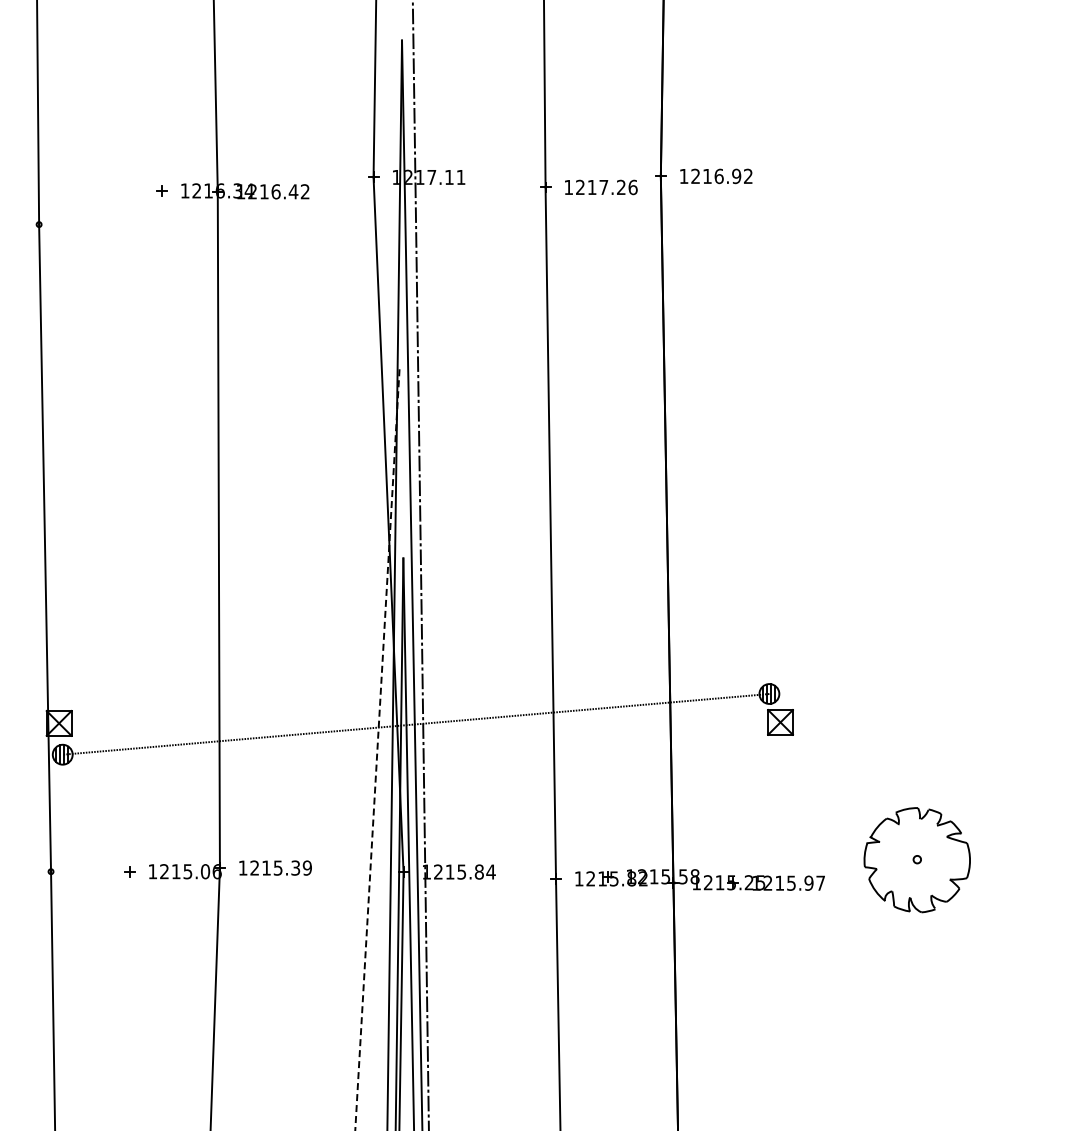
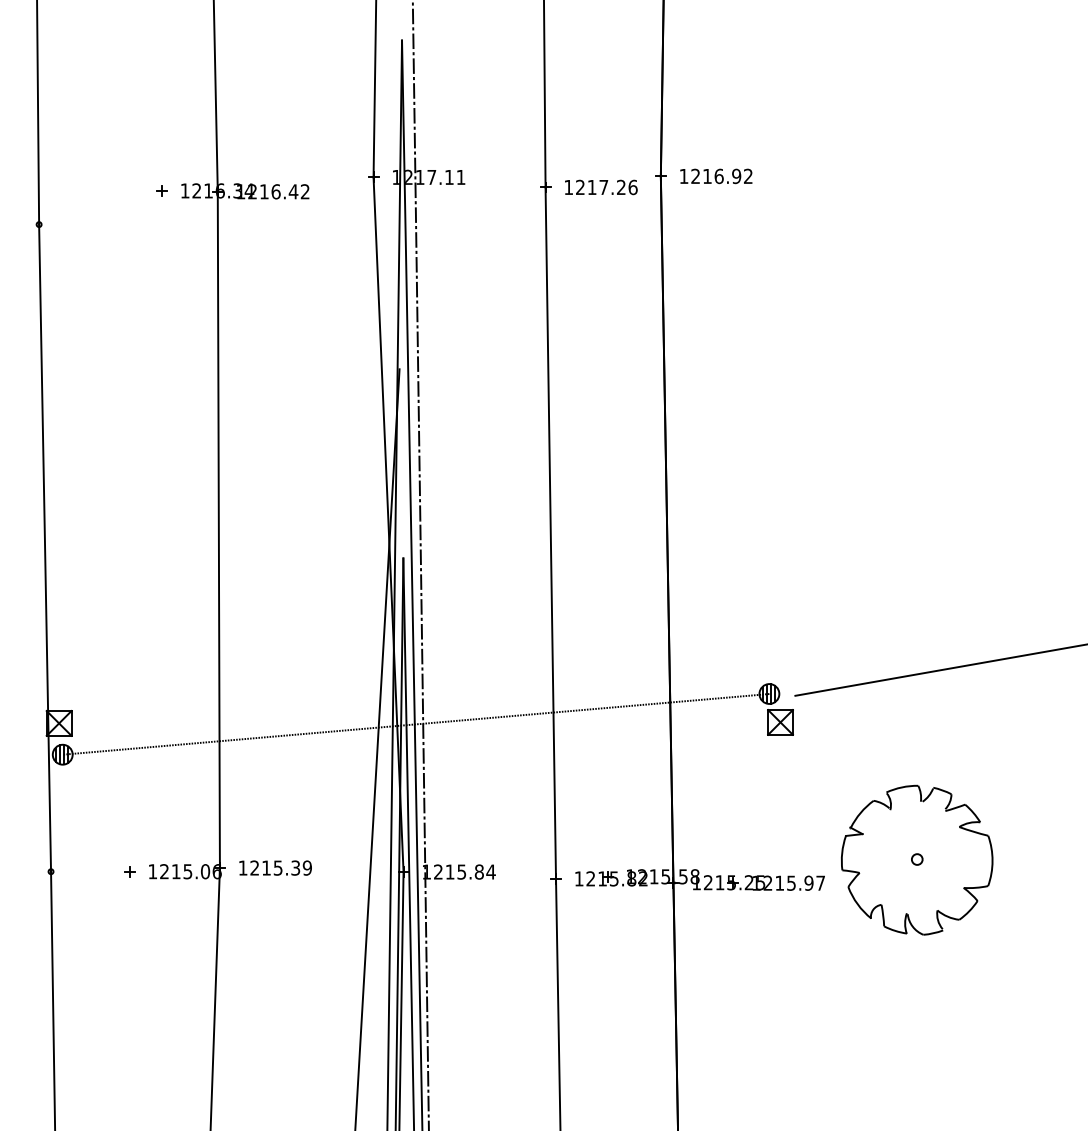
line at (939, 669): none -> present
line at (377, 750): dashed -> solid
part at (916, 860) size: 108x107 px -> 153x152 px
